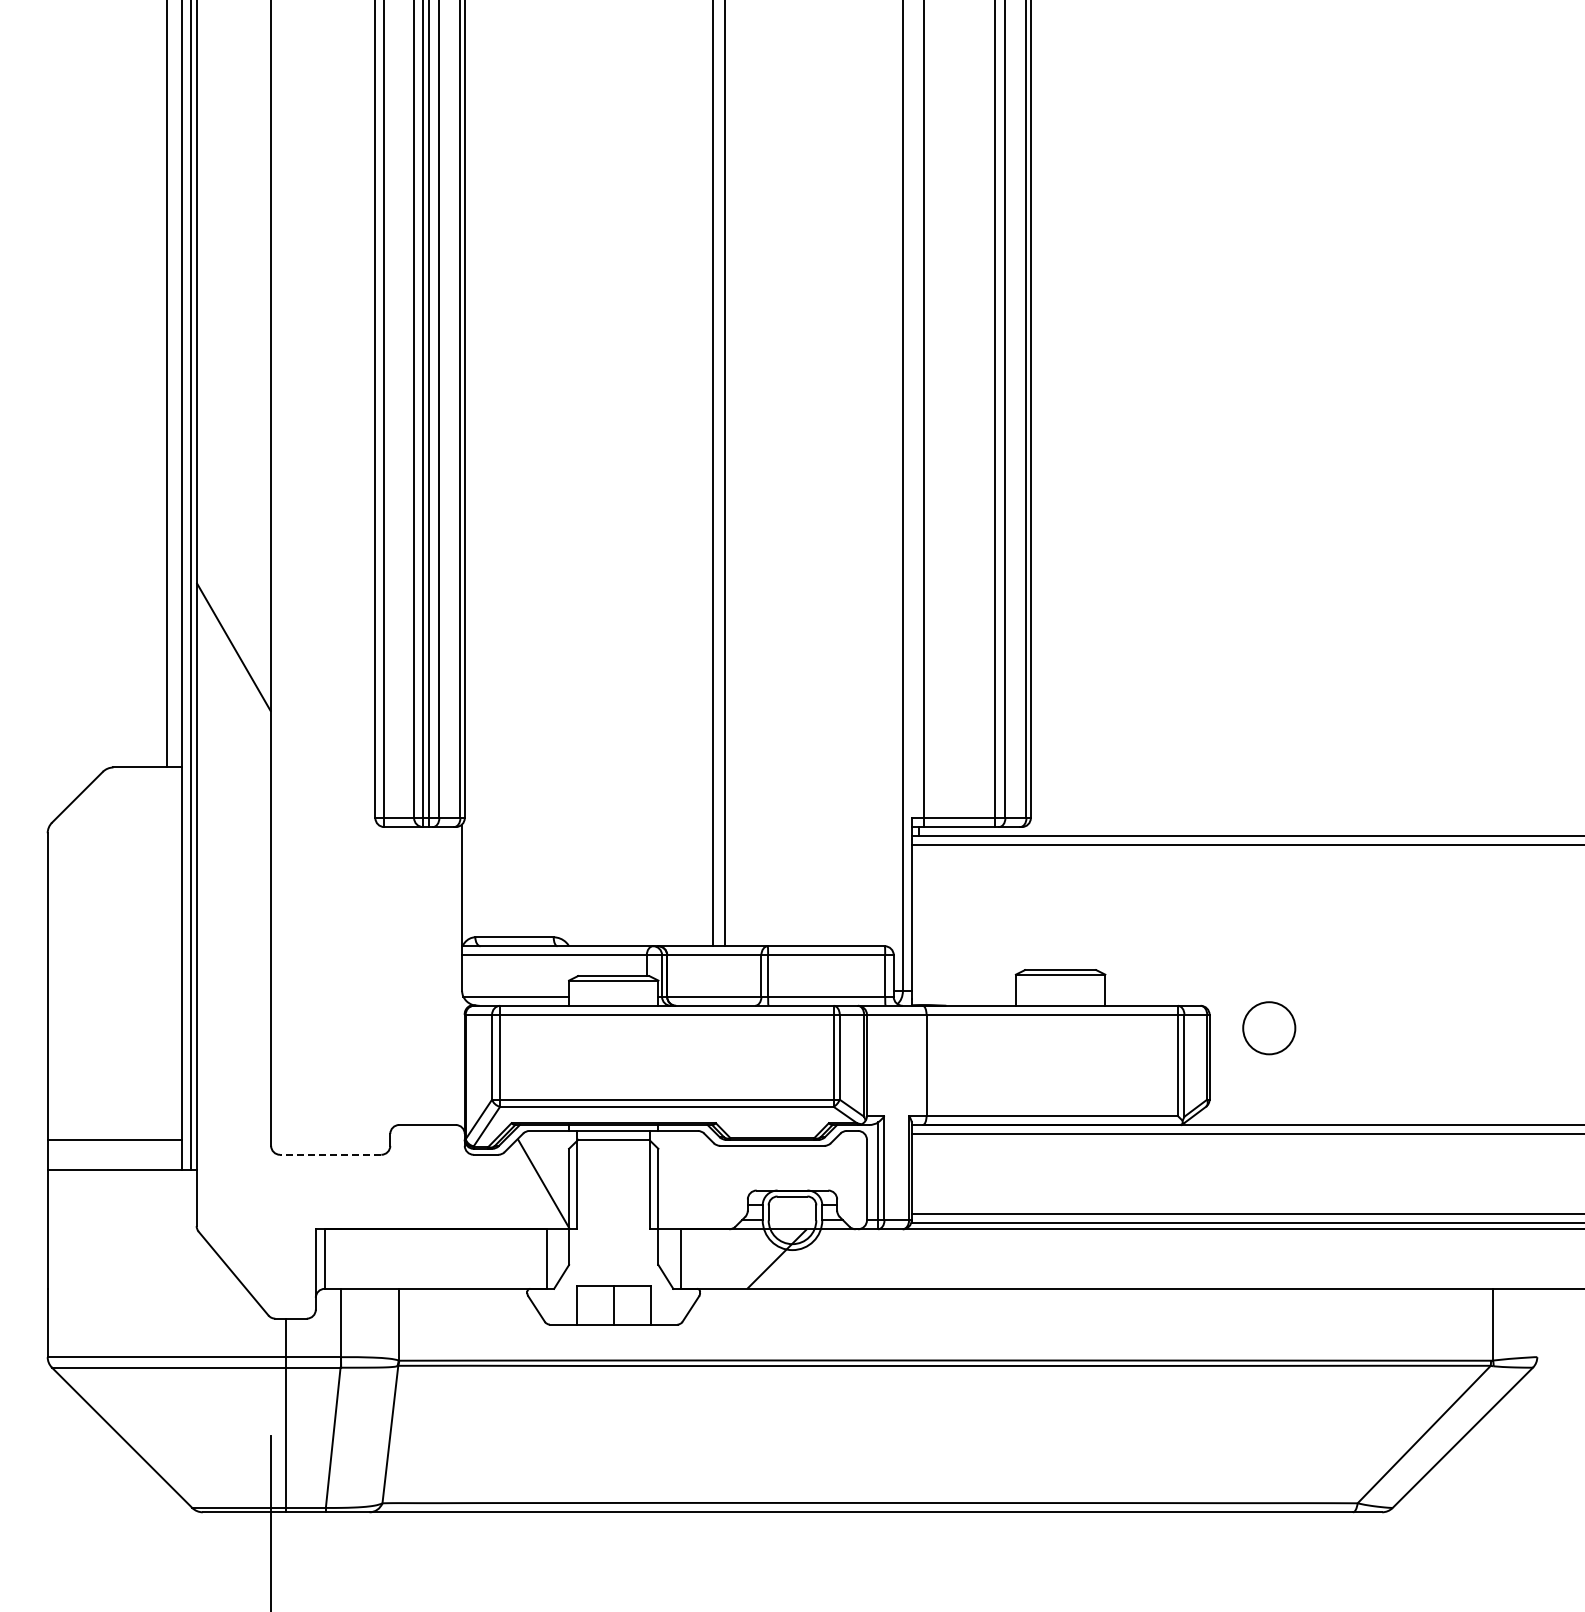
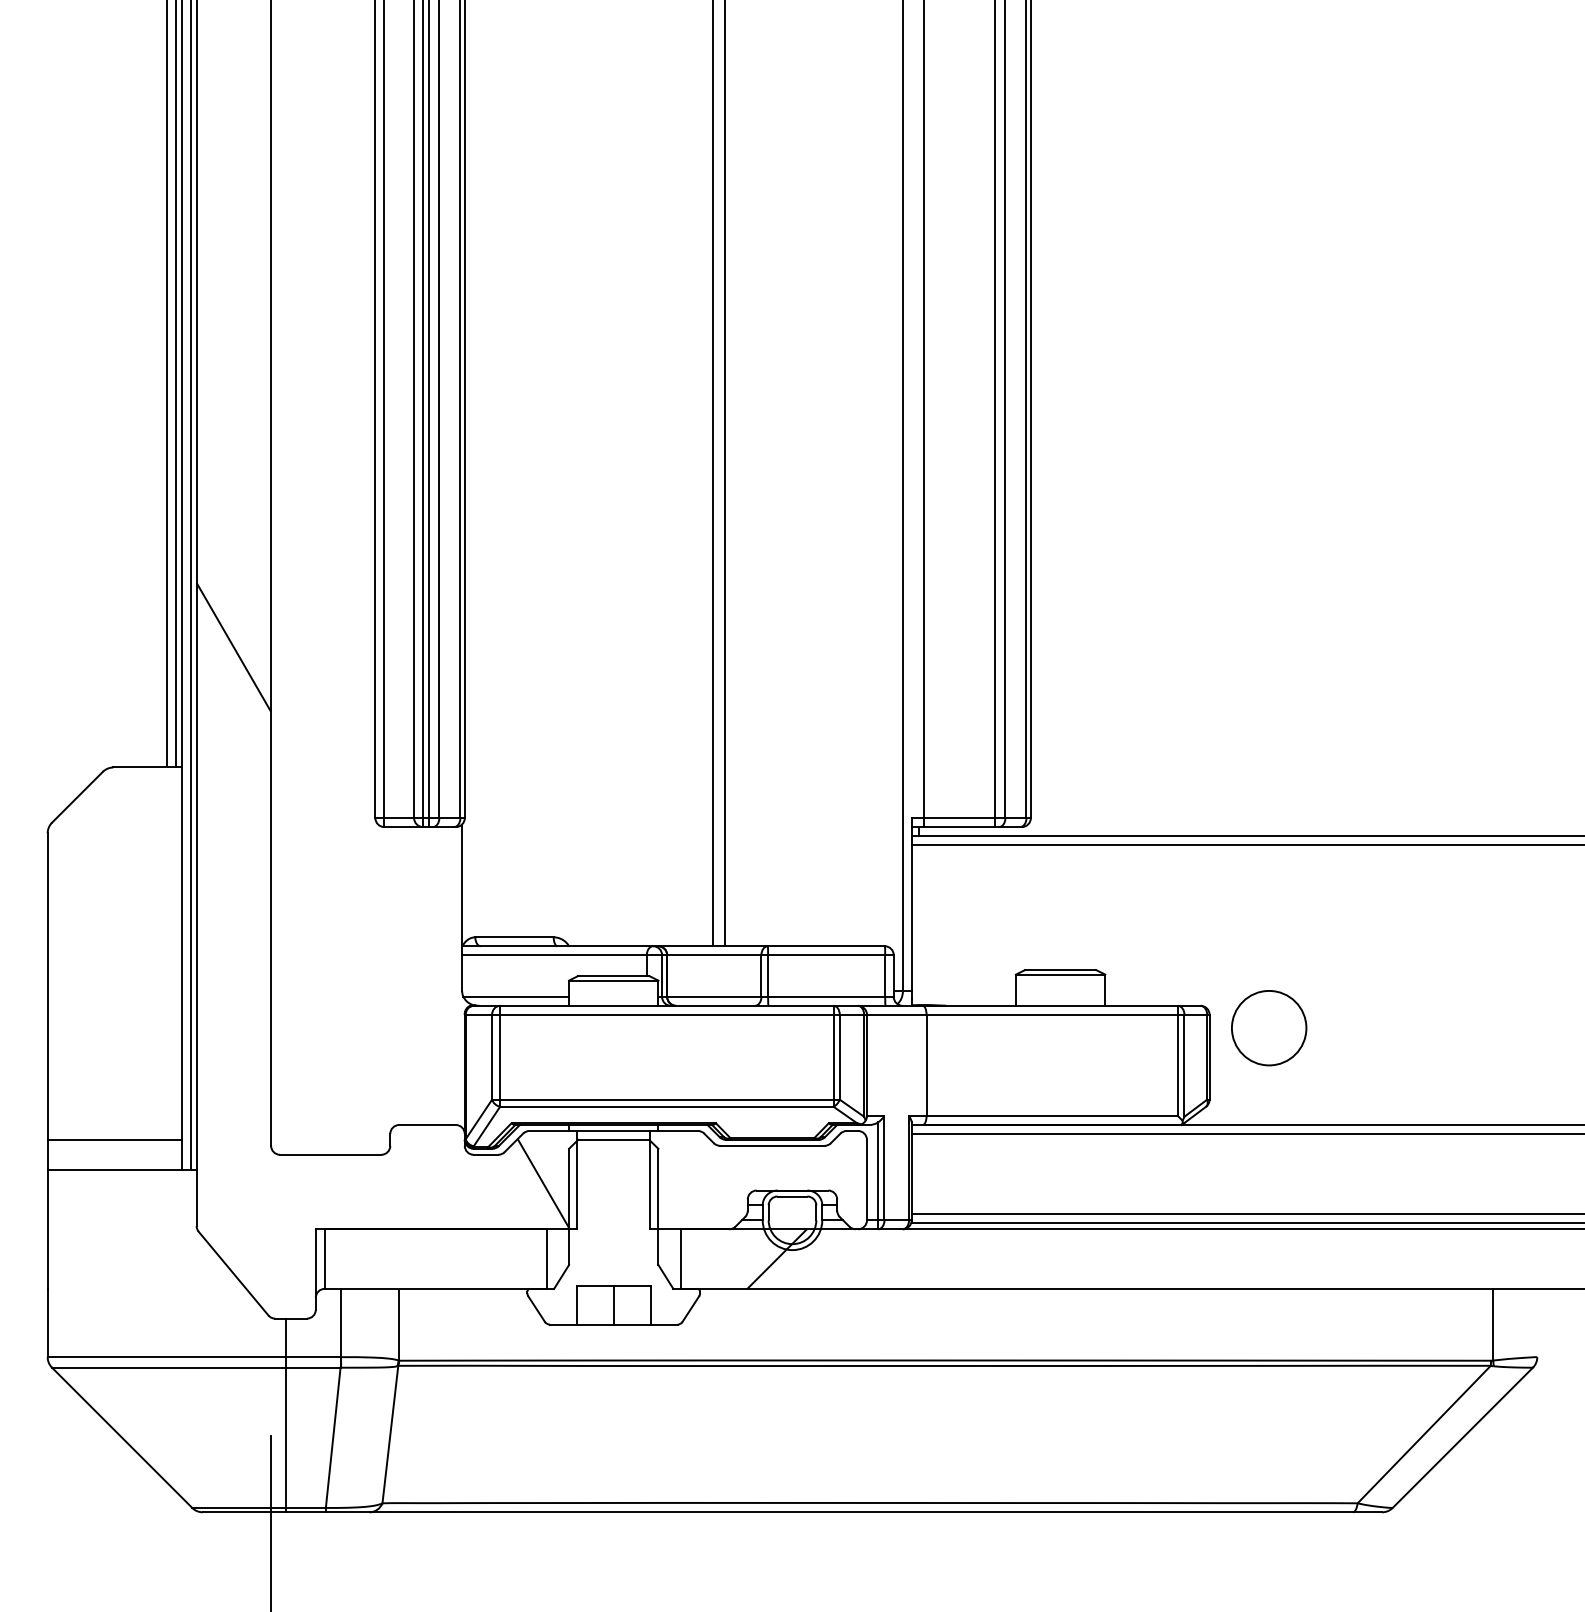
line at (175, 384): none -> present
circle at (1269, 1028) size: 55x55 px -> 77x77 px
line at (330, 1154): dashed -> solid
